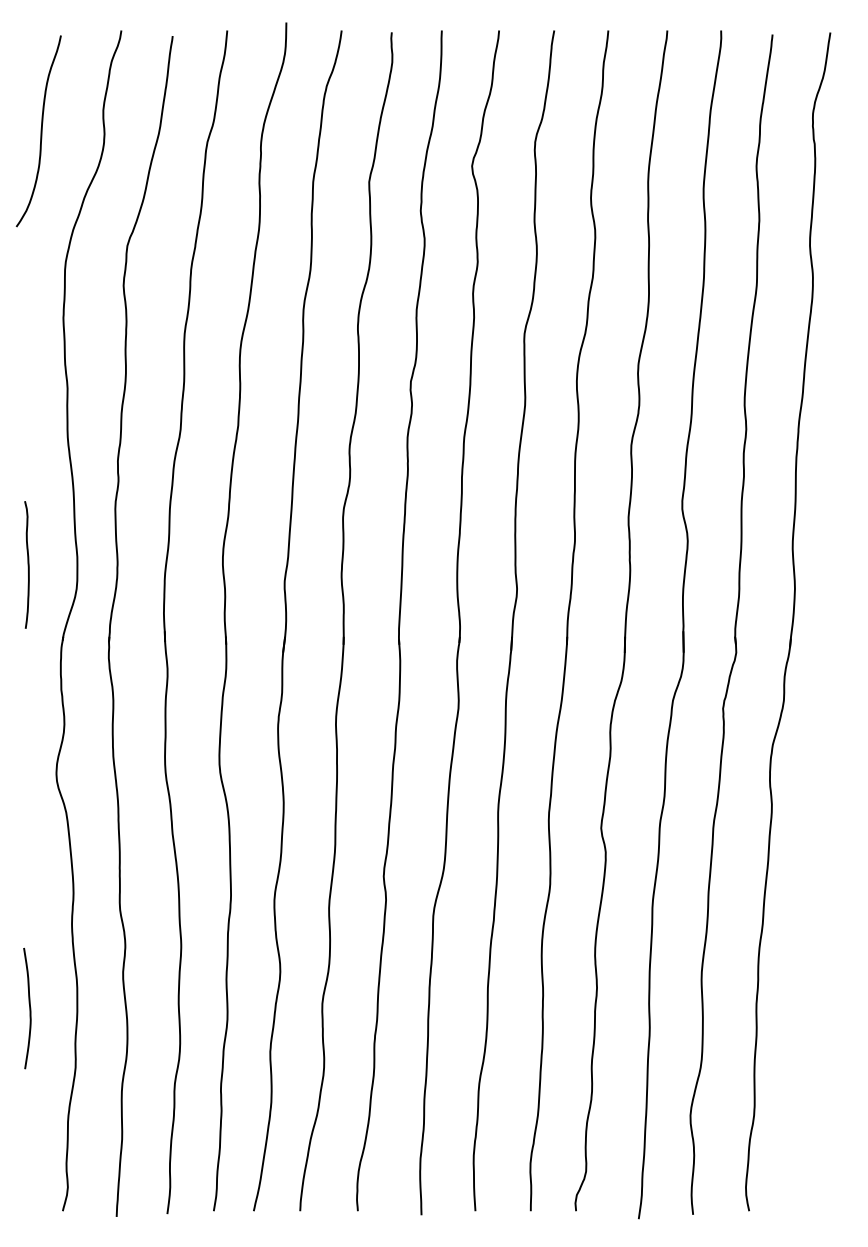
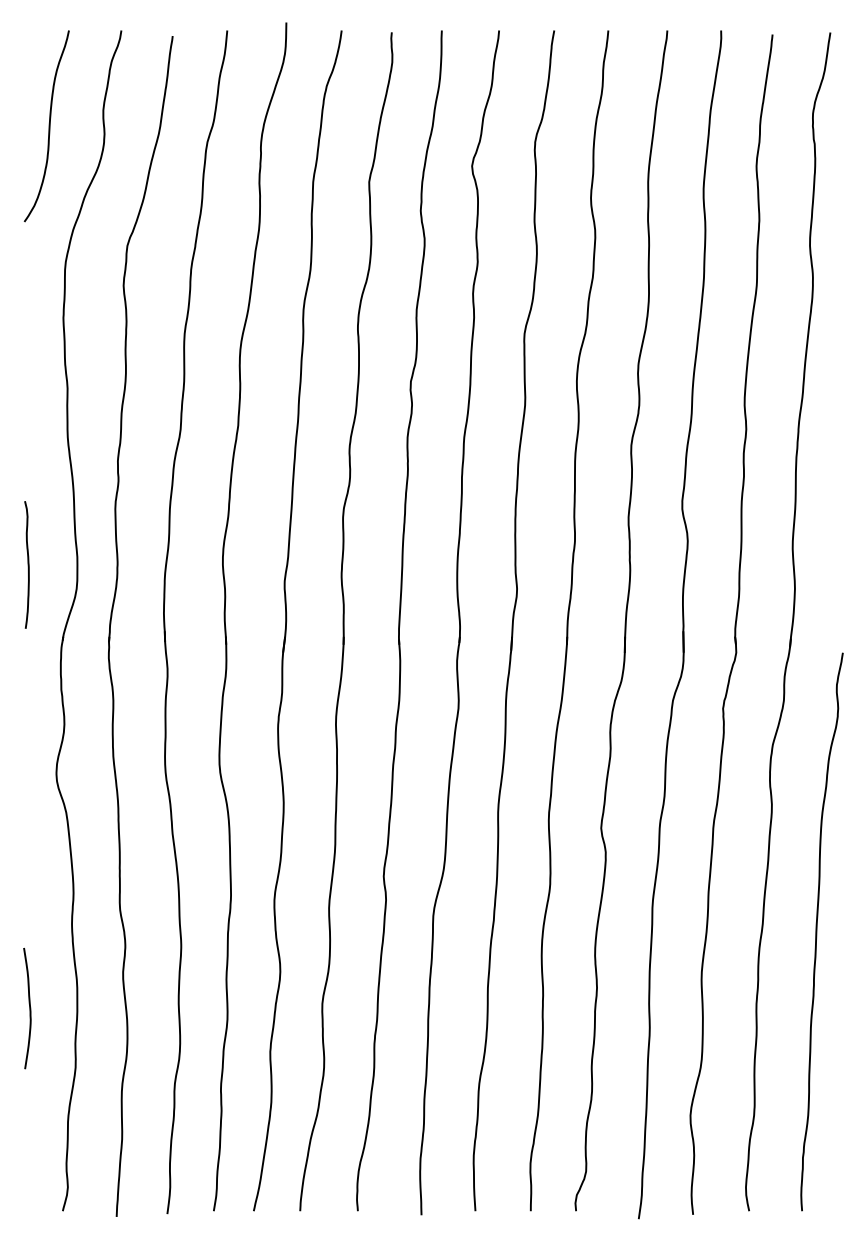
curve at (40, 131) position: (40, 131) -> (48, 126)
curve at (817, 931): none -> present
